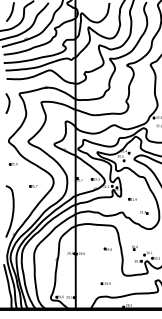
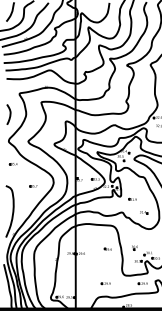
curve at (8, 103) position: (8, 103) -> (9, 114)
part at (142, 283): none -> present
